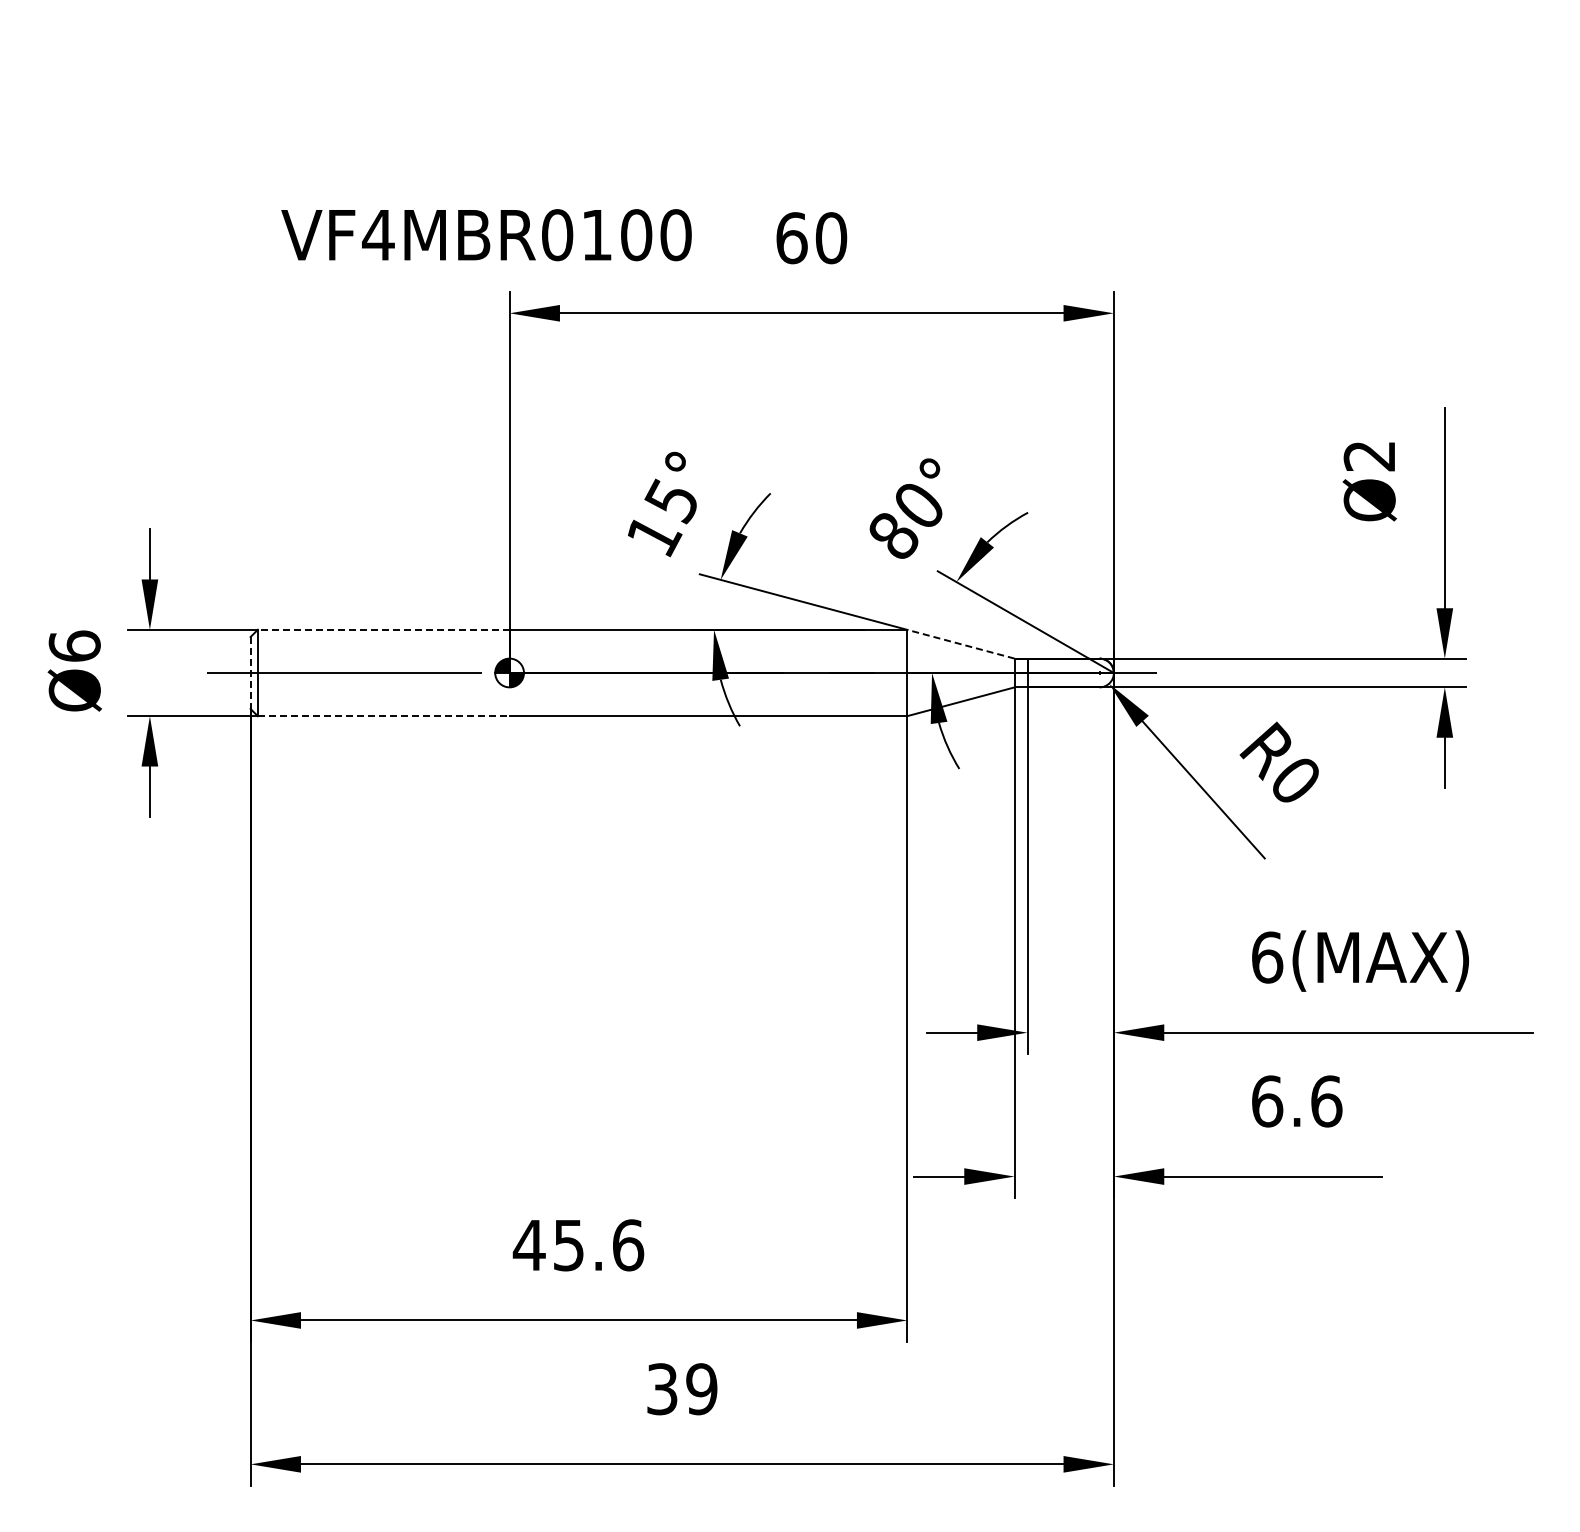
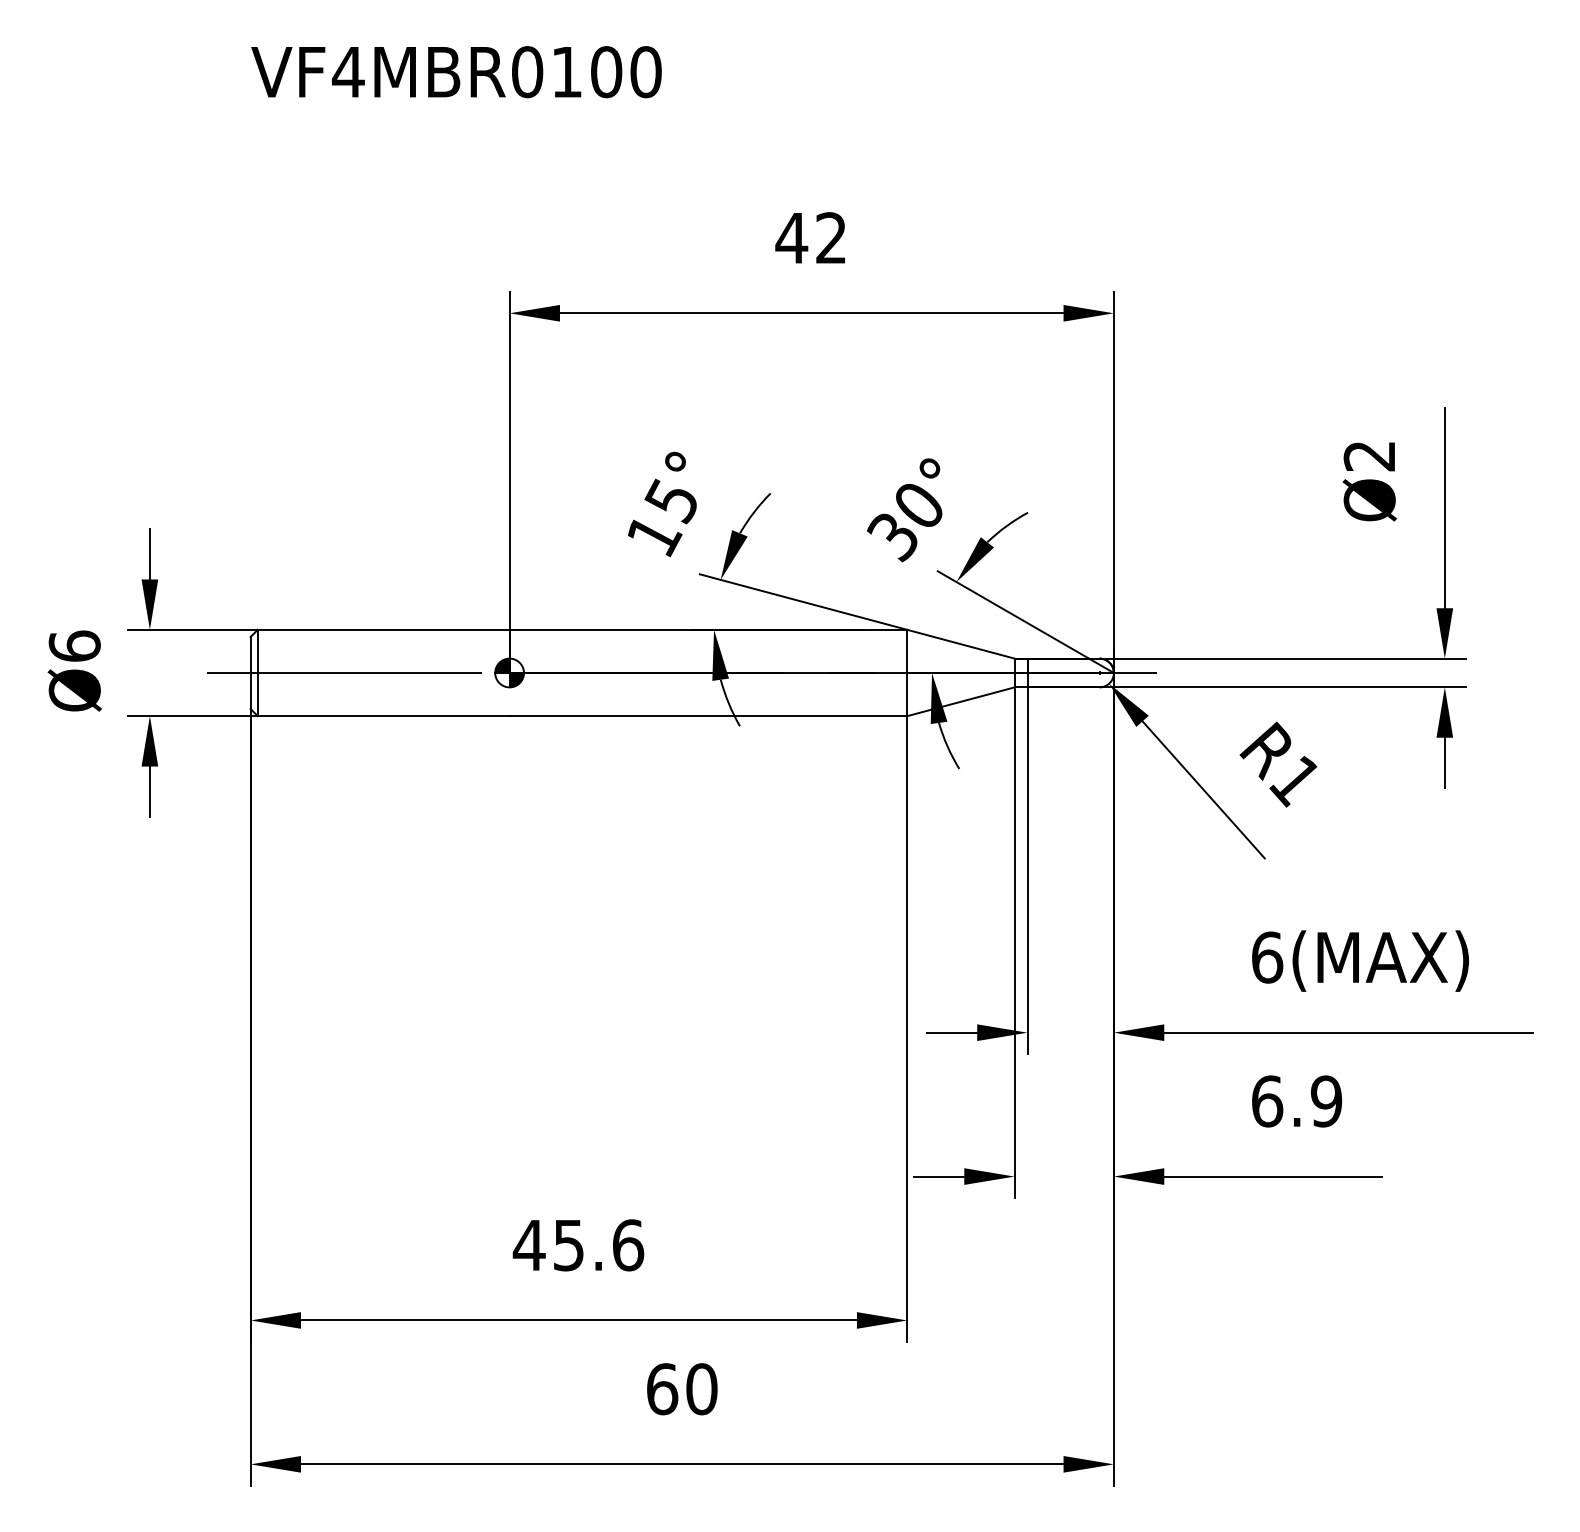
text at (486, 235) position: (486, 235) -> (456, 72)
text at (811, 238): 60 -> 42
text at (892, 537): 80° -> 30°
line at (383, 629): dashed -> solid
line at (960, 644): dashed -> solid
line at (250, 673): dashed -> solid
line at (383, 716): dashed -> solid
text at (1293, 781): R0 -> R1
text at (1326, 1101): 6.6 -> 6.9
text at (682, 1389): 39 -> 60
